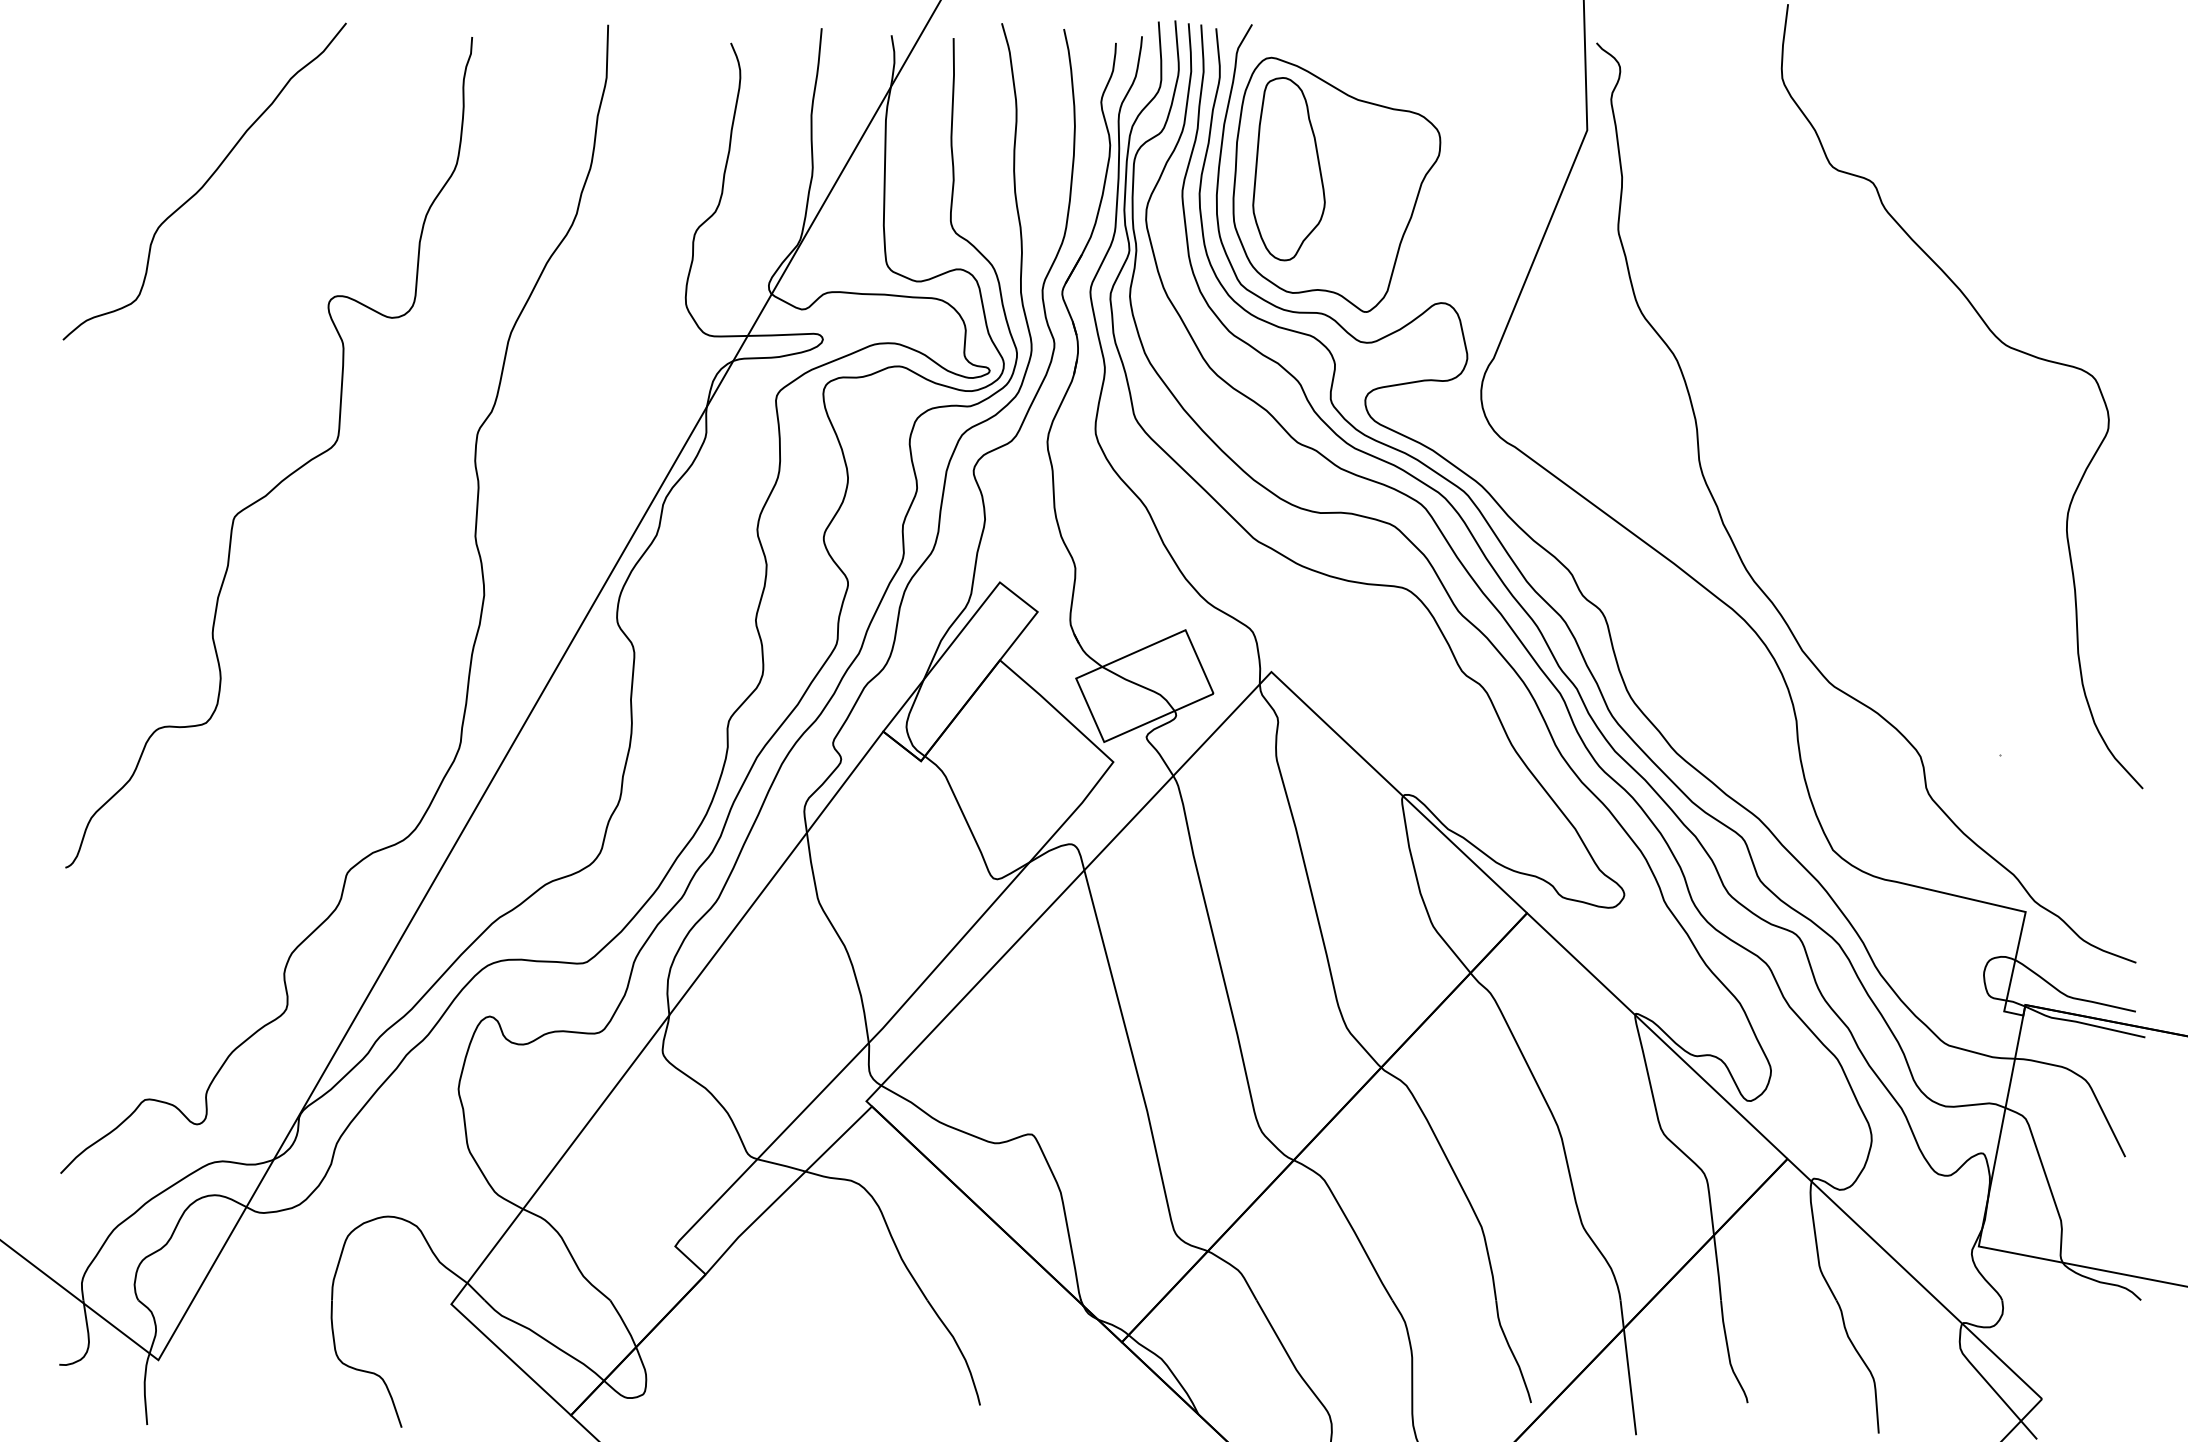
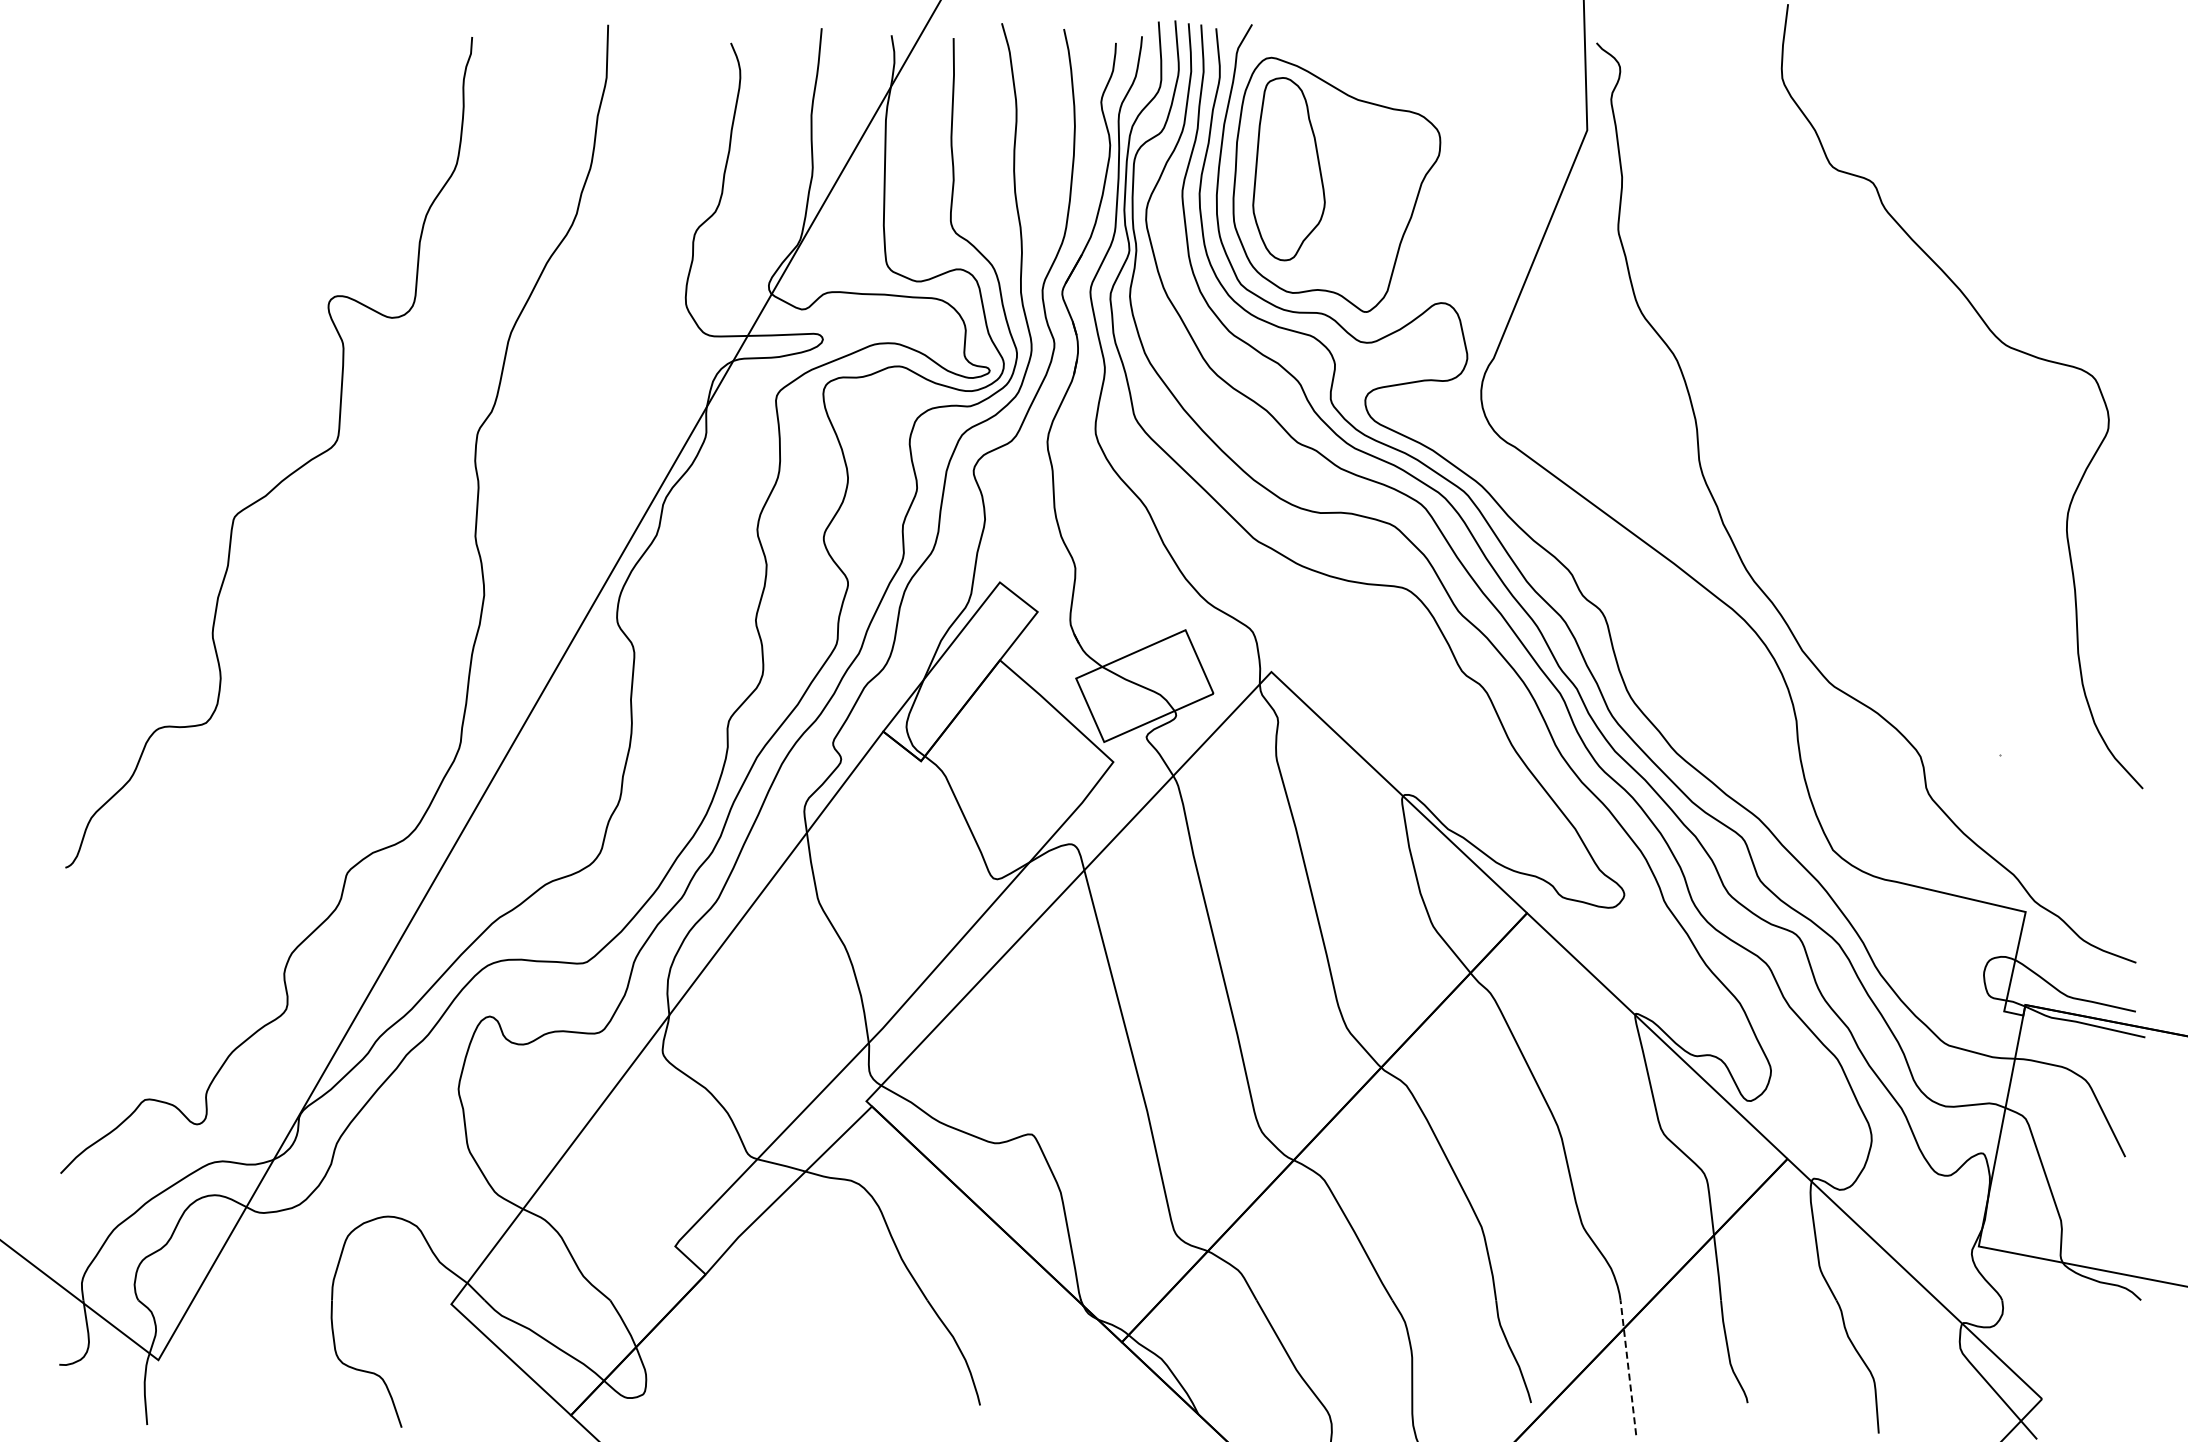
curve at (205, 181): present -> none
line at (1628, 1367): solid -> dashed
